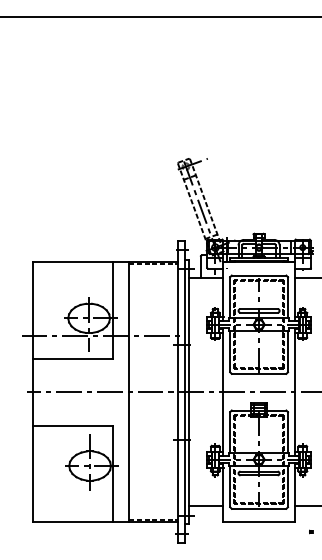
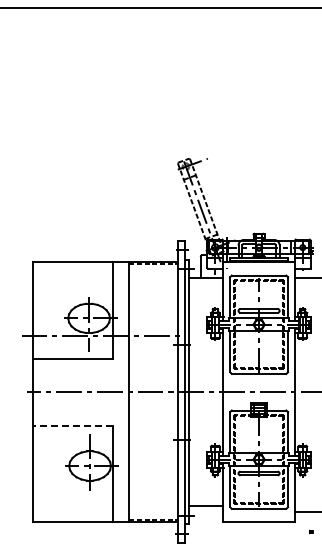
line at (160, 16) position: (160, 16) -> (160, 7)
line at (72, 425): solid -> dashed
line at (306, 506) position: (306, 506) -> (306, 512)
